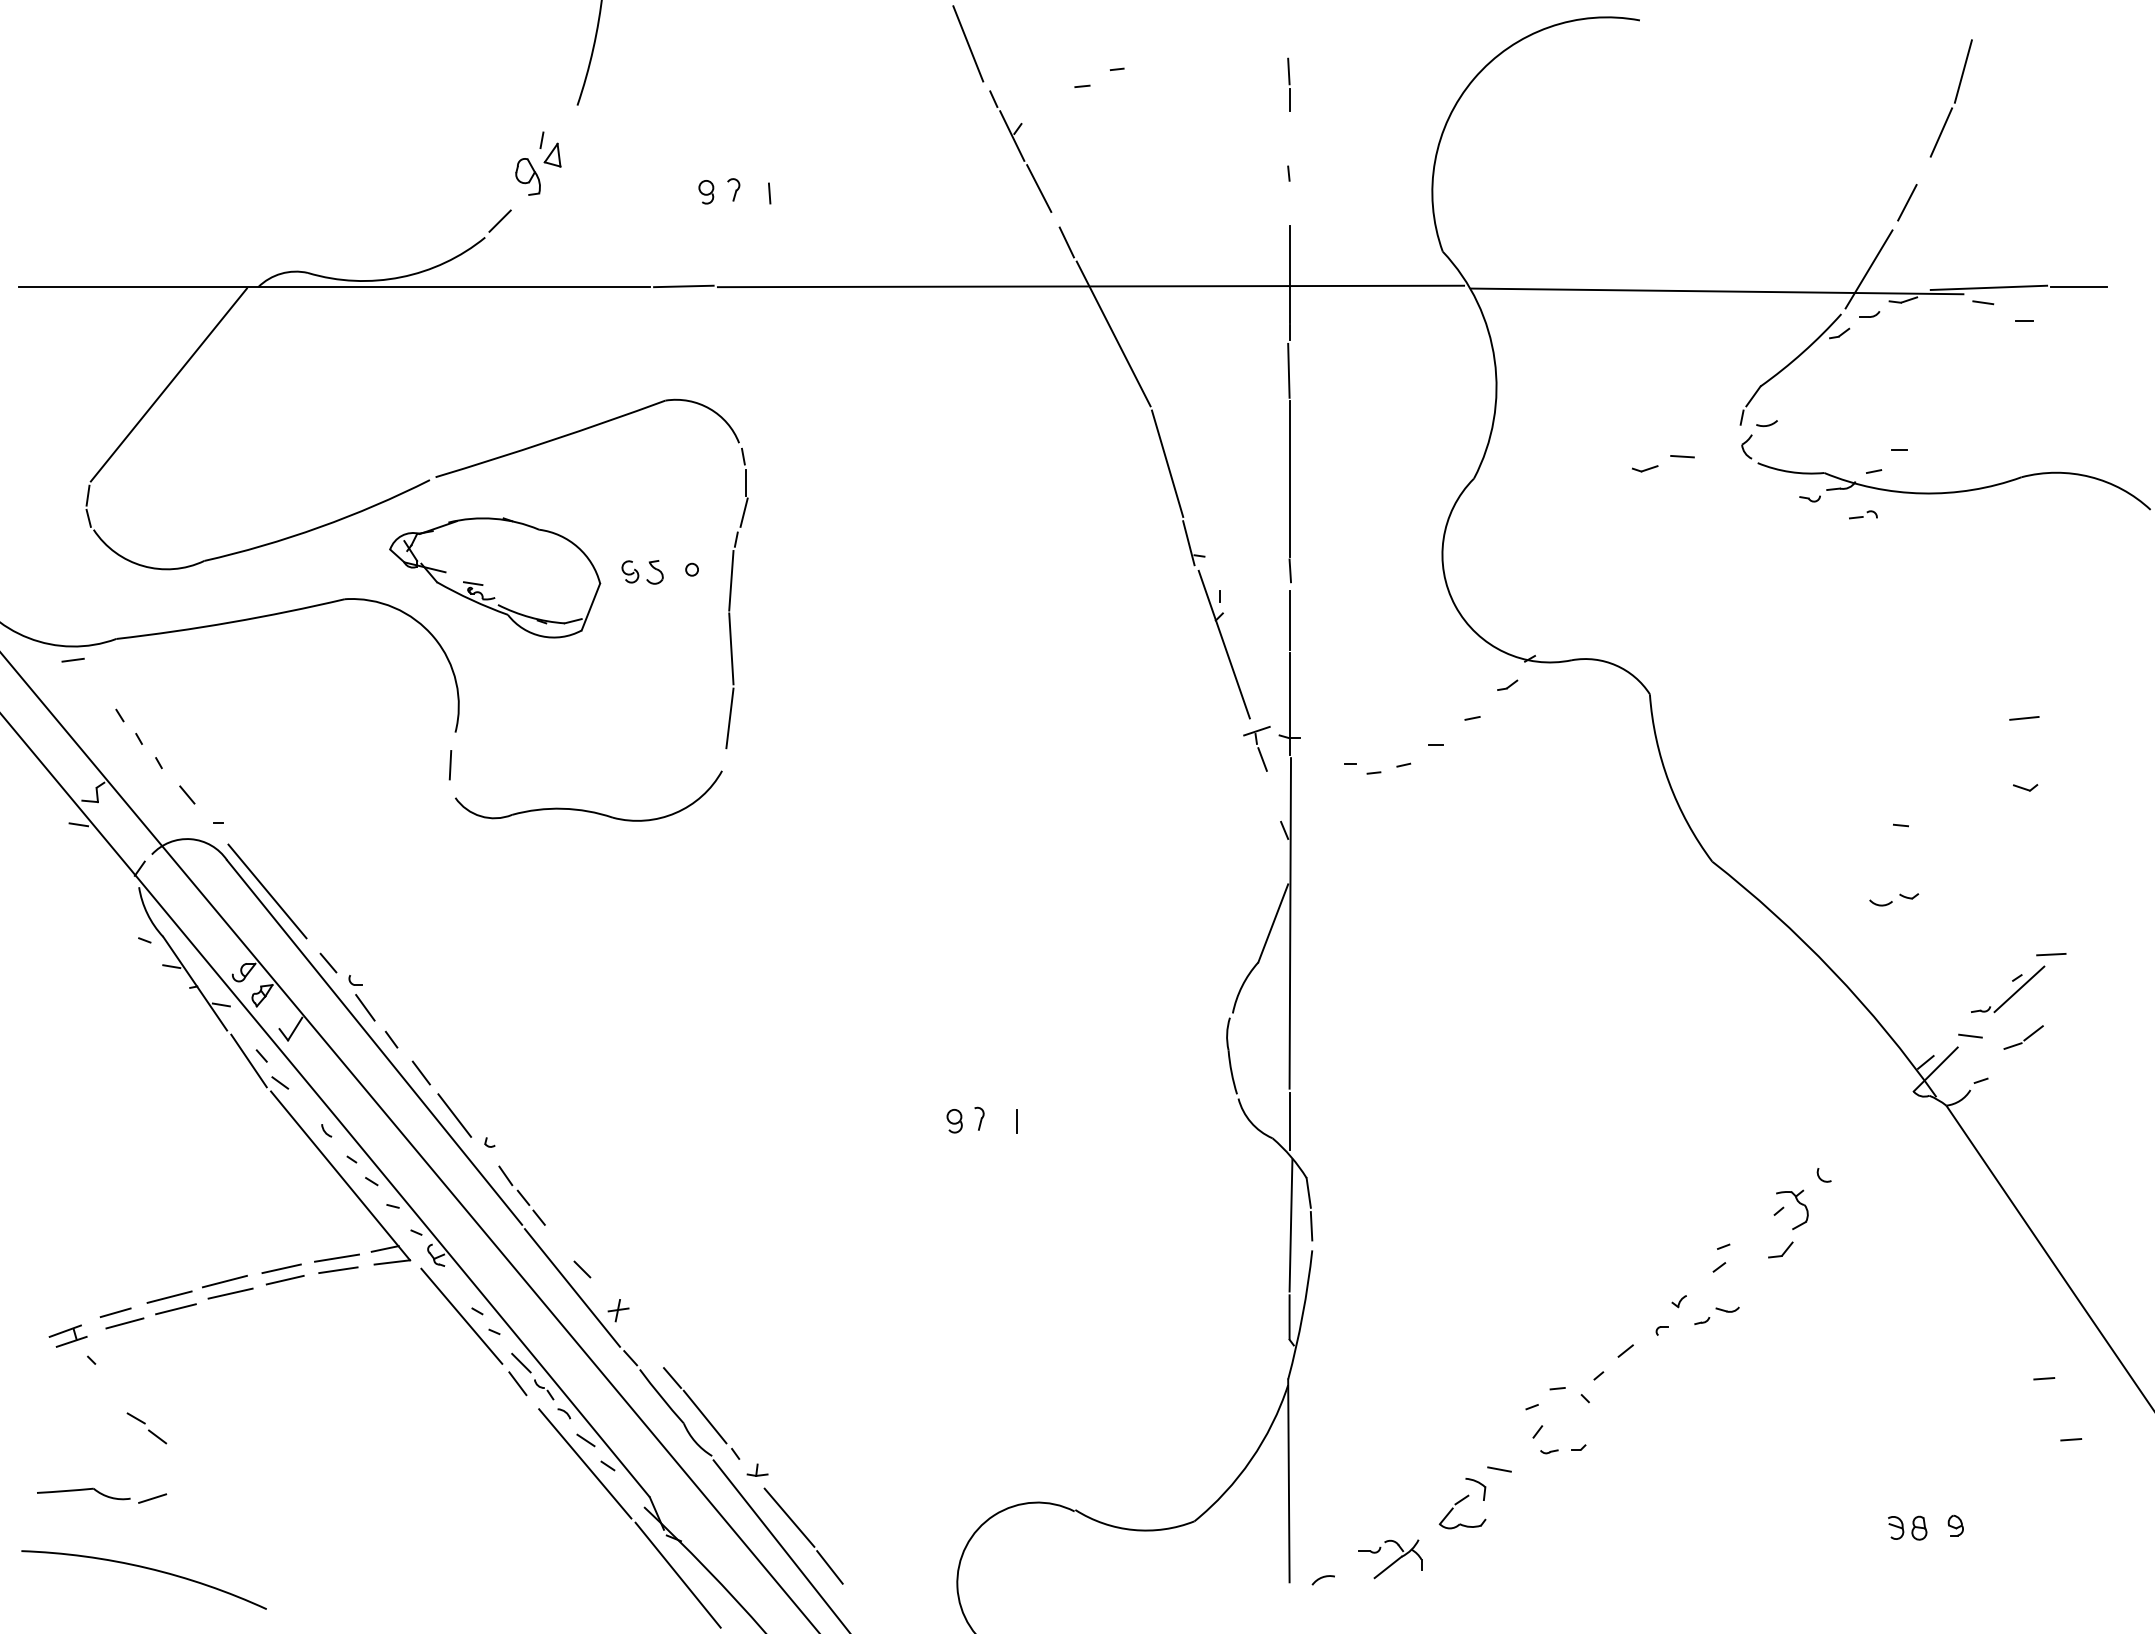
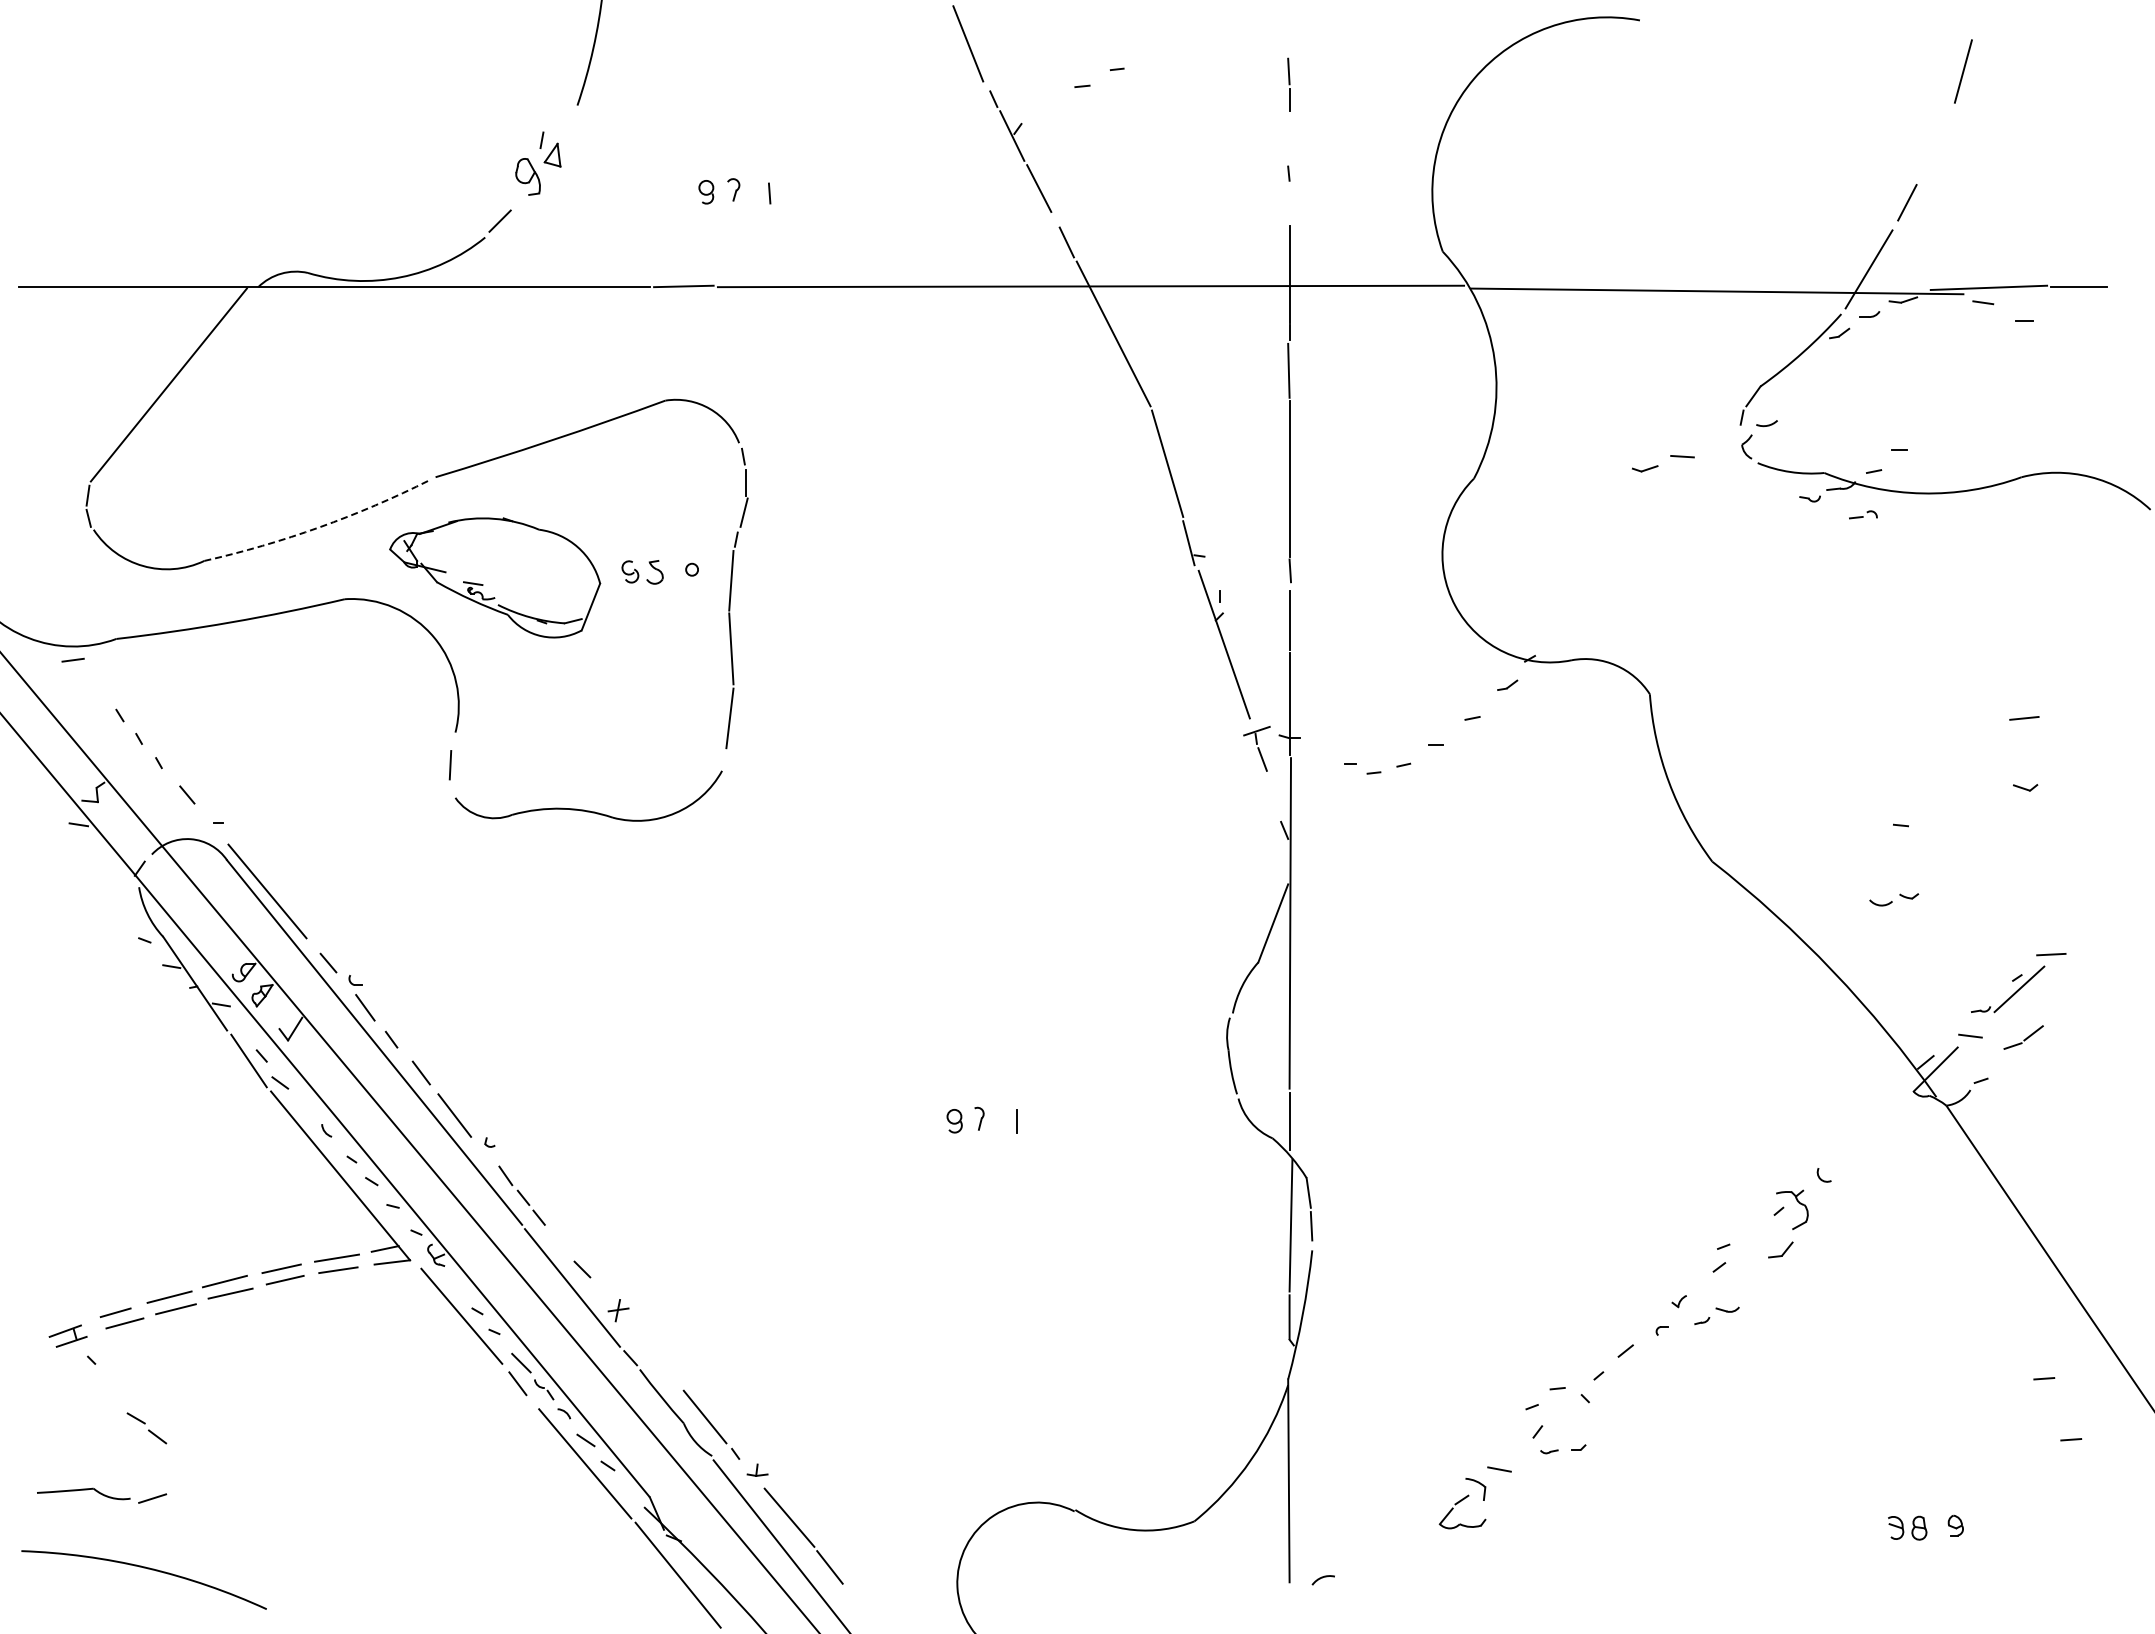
line at (1941, 132): present -> none
arc at (319, 527): solid -> dashed
line at (672, 1377): present -> none
part at (1390, 1559): present -> none
